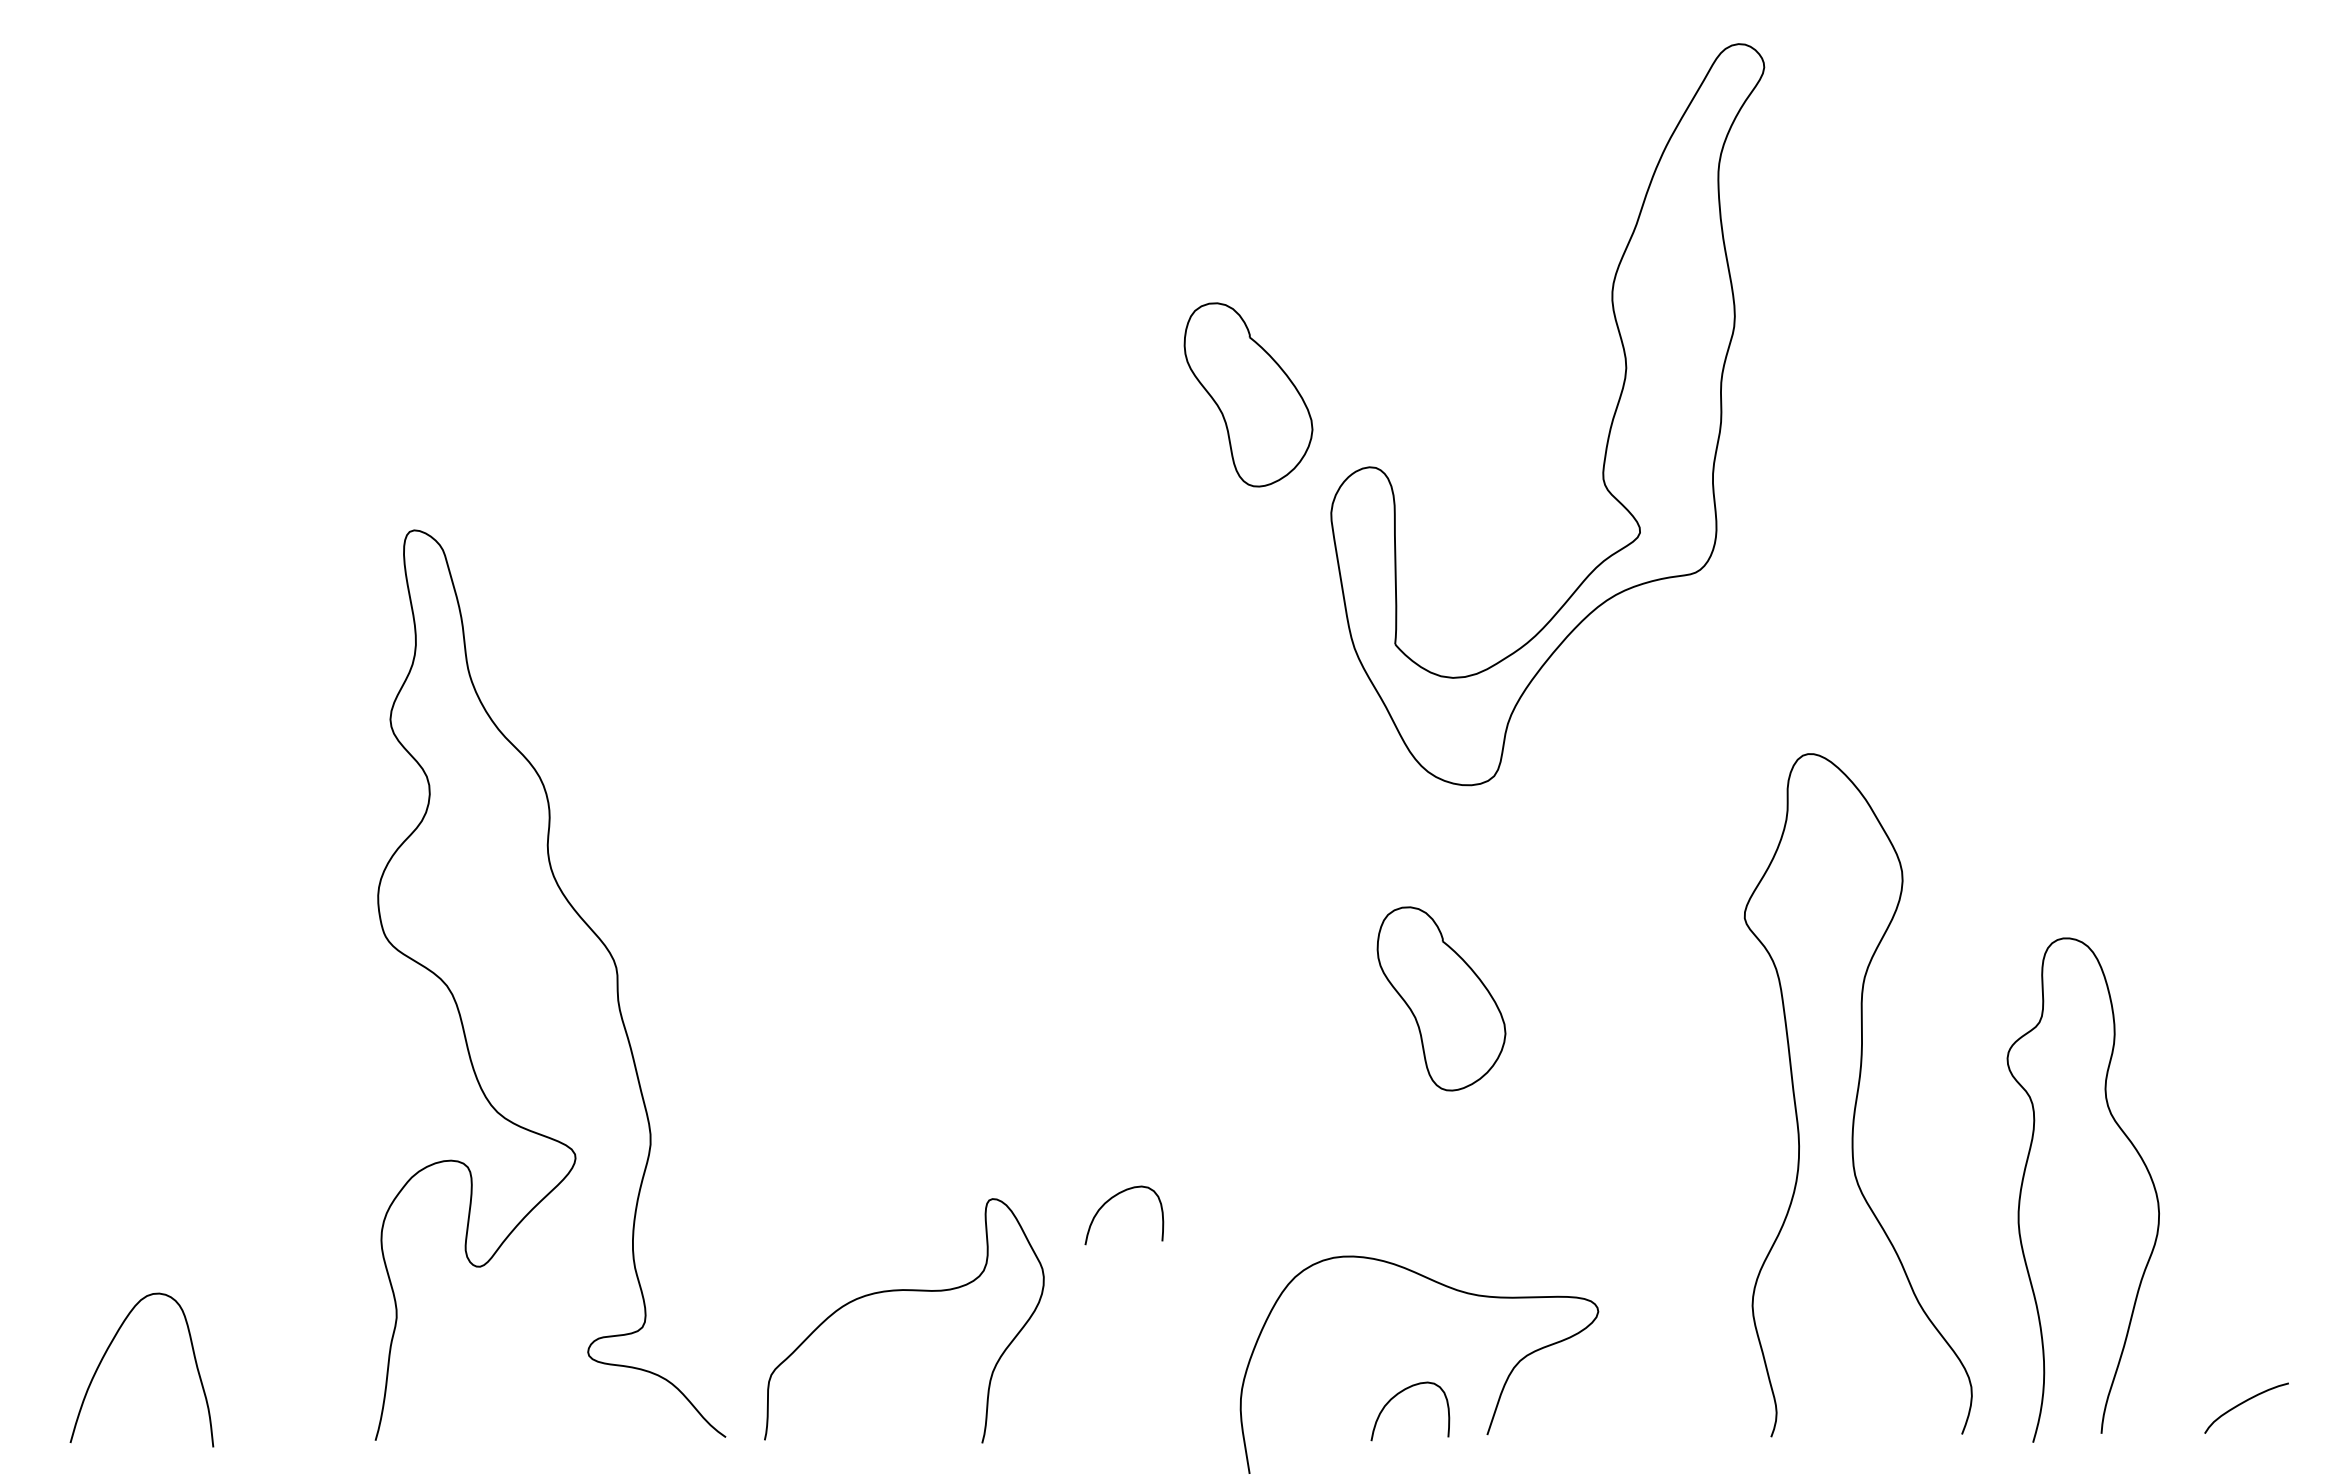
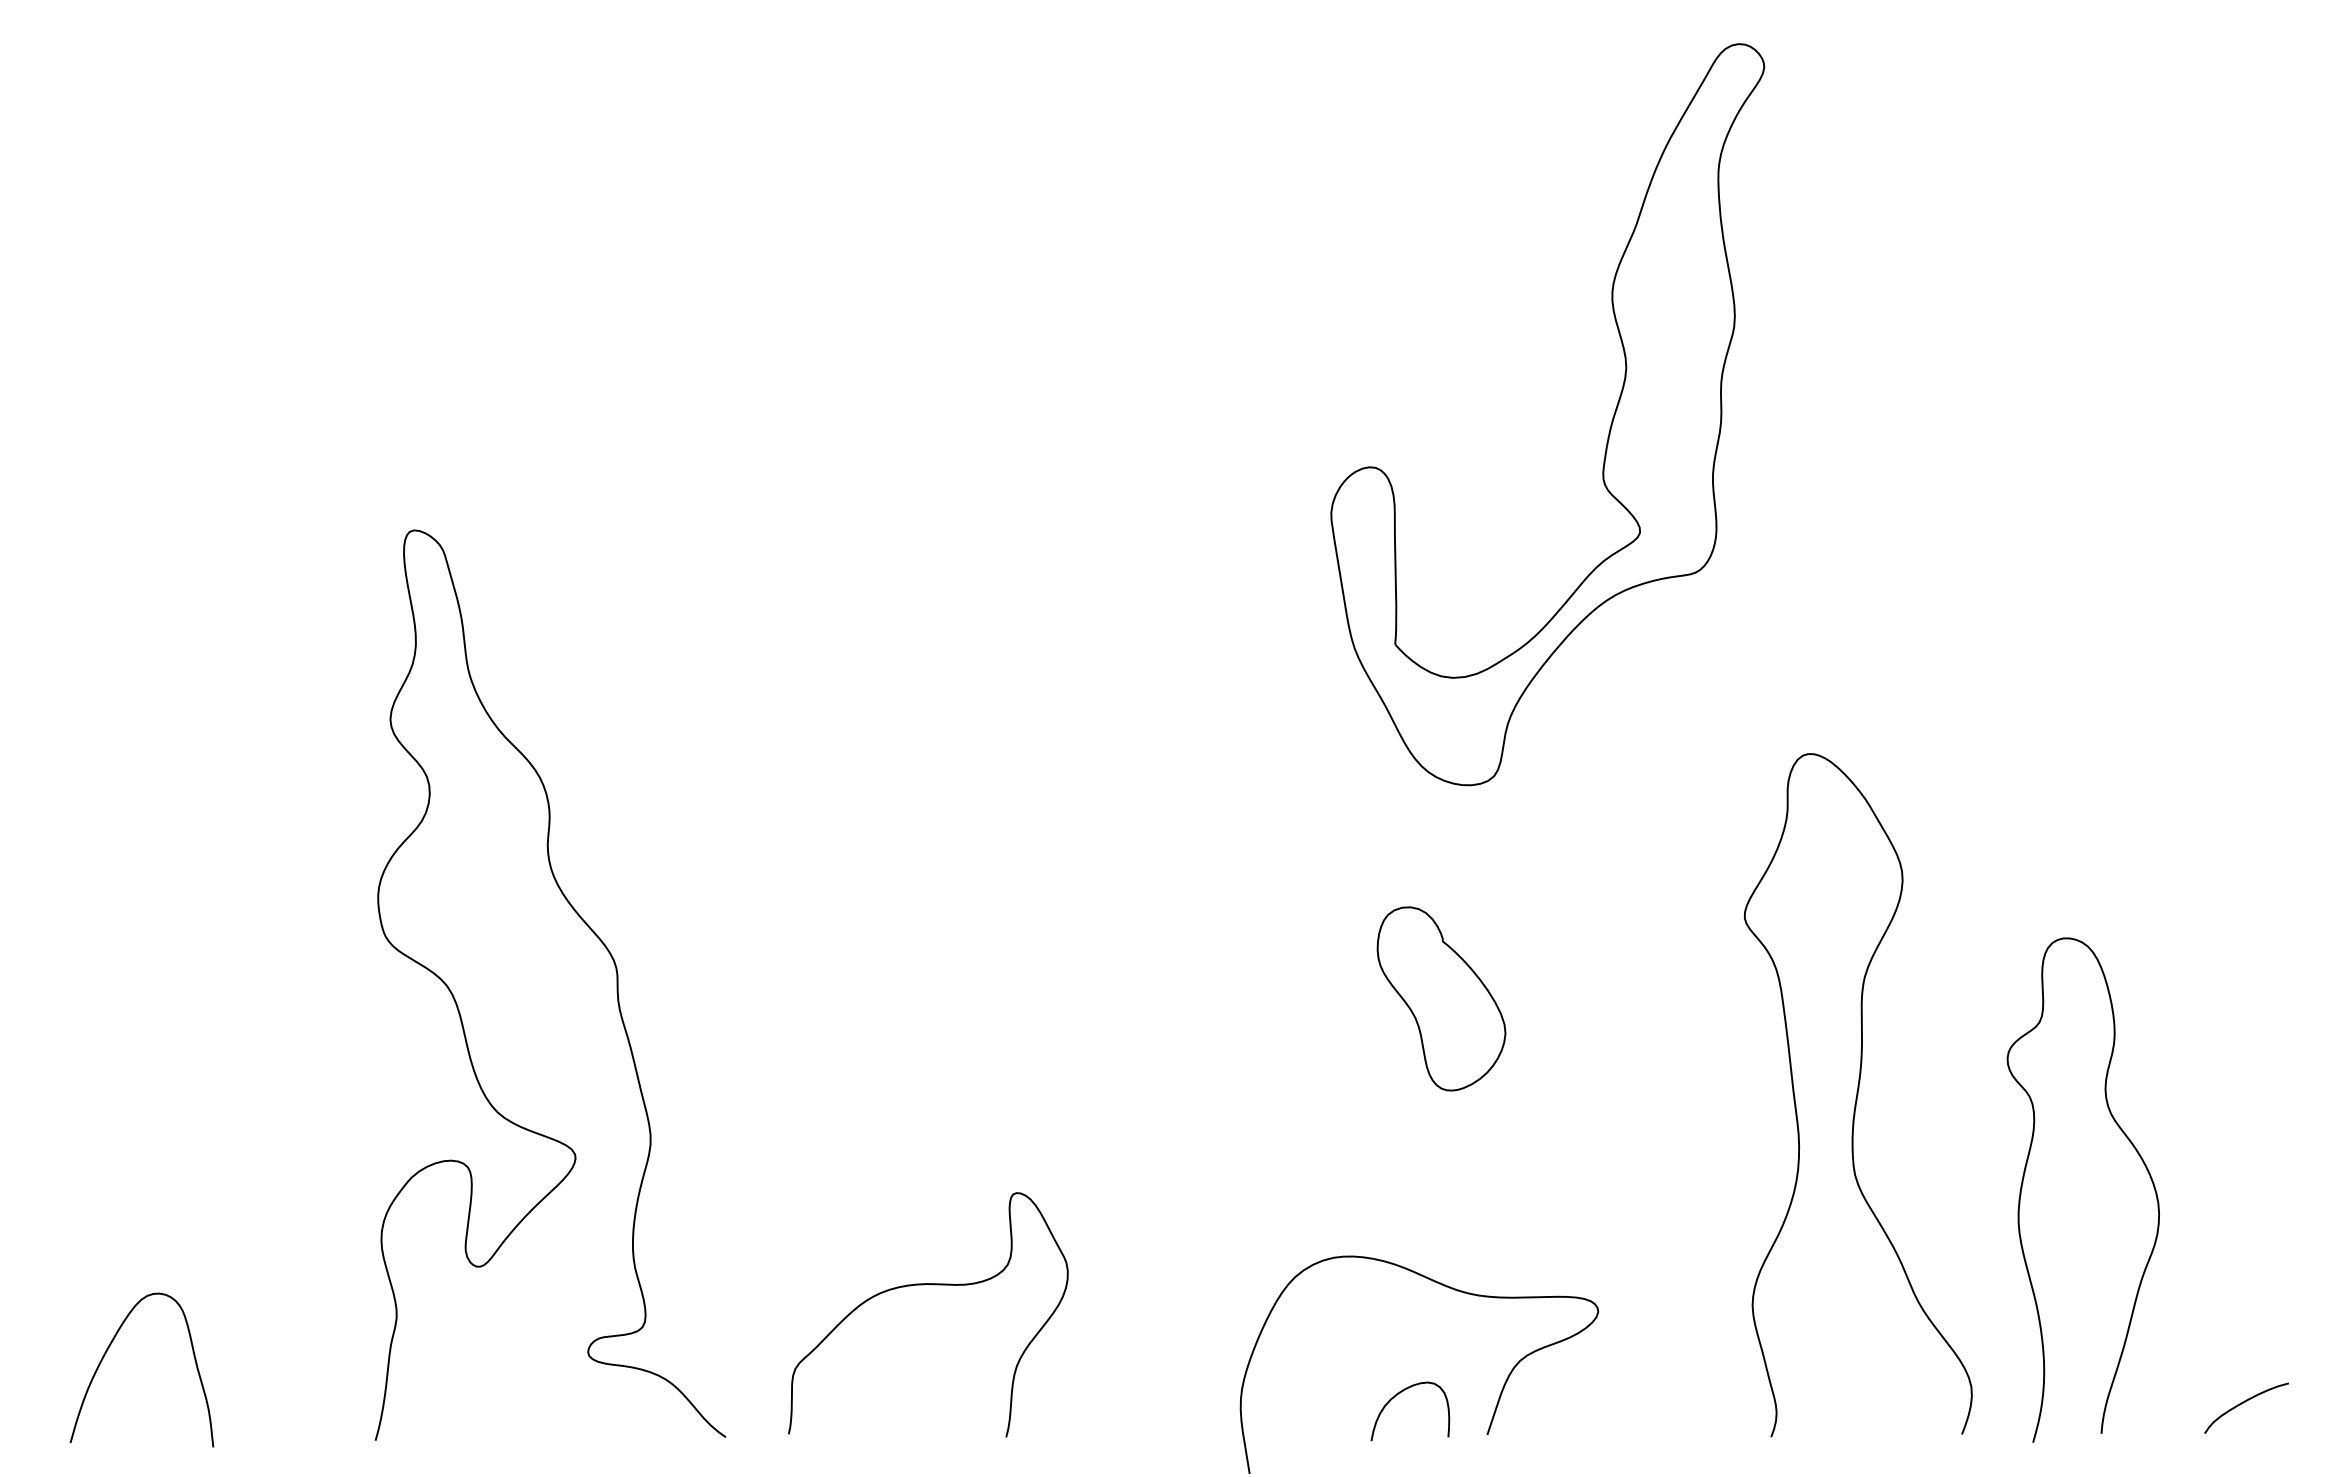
part at (1248, 394): present -> none
curve at (1110, 1200): present -> none
curve at (900, 1291) position: (900, 1291) -> (924, 1285)
